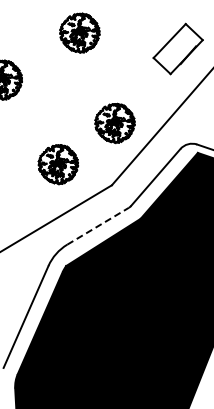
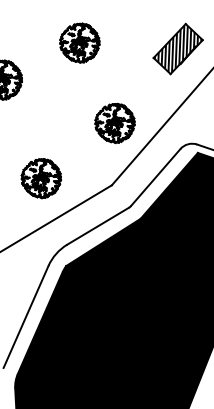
part at (79, 32) position: (79, 32) -> (79, 42)
hatch at (177, 48): none -> present
part at (58, 164) position: (58, 164) -> (41, 178)
line at (98, 226): dashed -> solid
